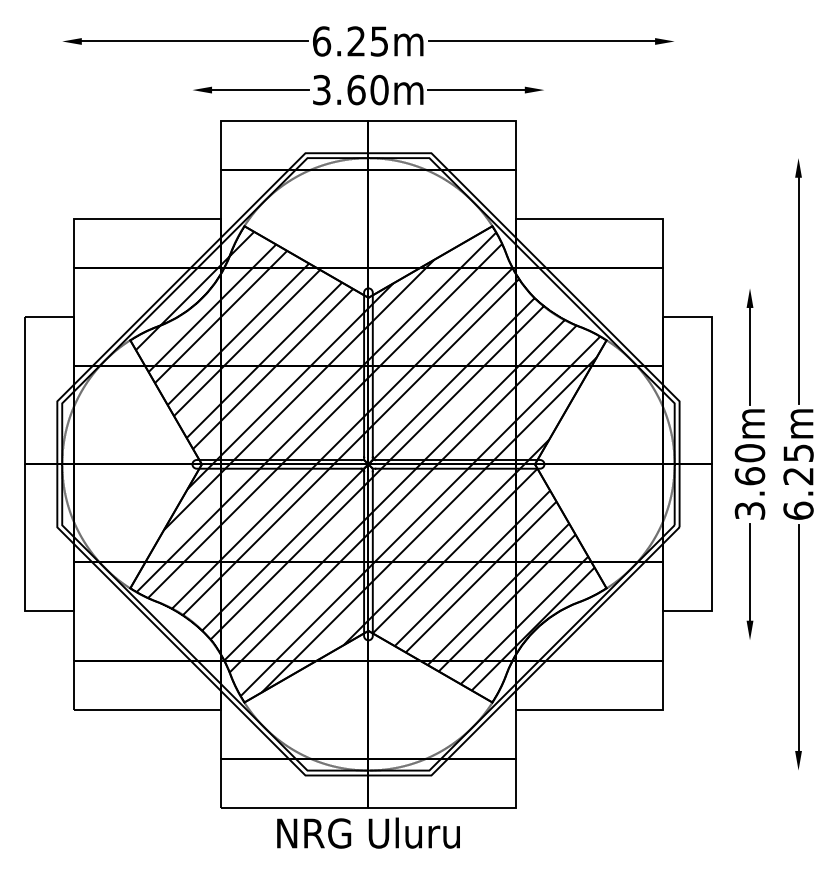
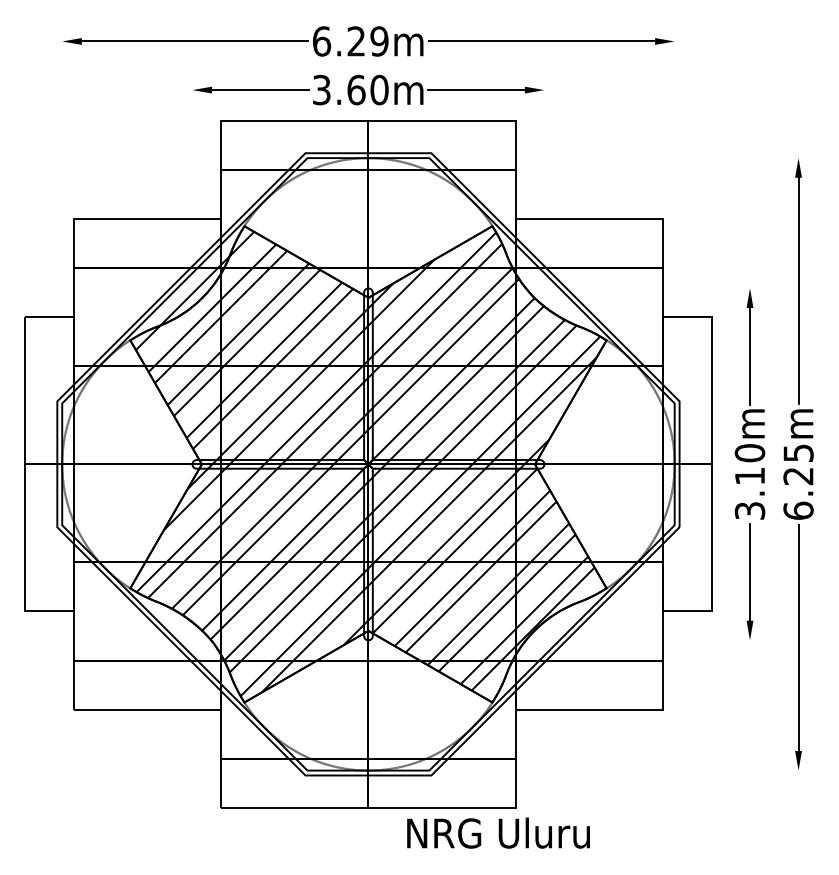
text at (379, 41): 6.25m -> 6.29m
text at (749, 476): 3.60m -> 3.10m
text at (368, 832) position: (368, 832) -> (498, 832)
